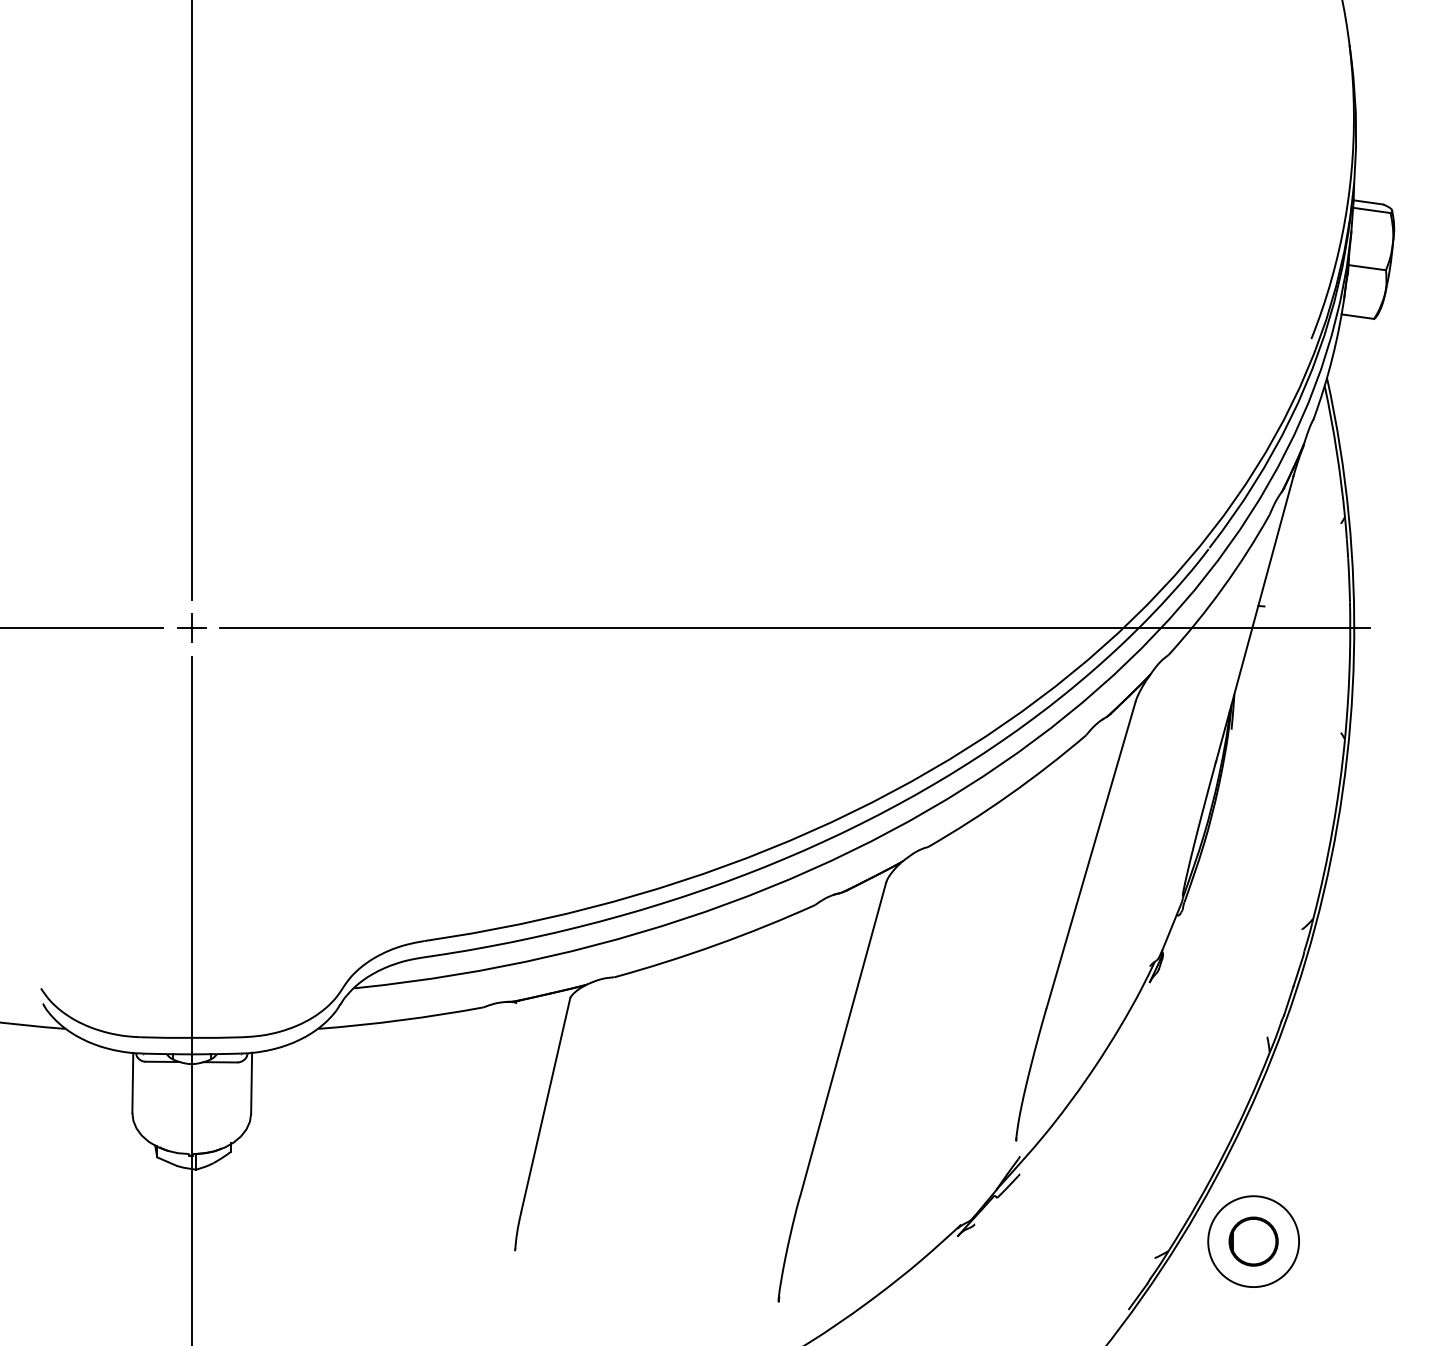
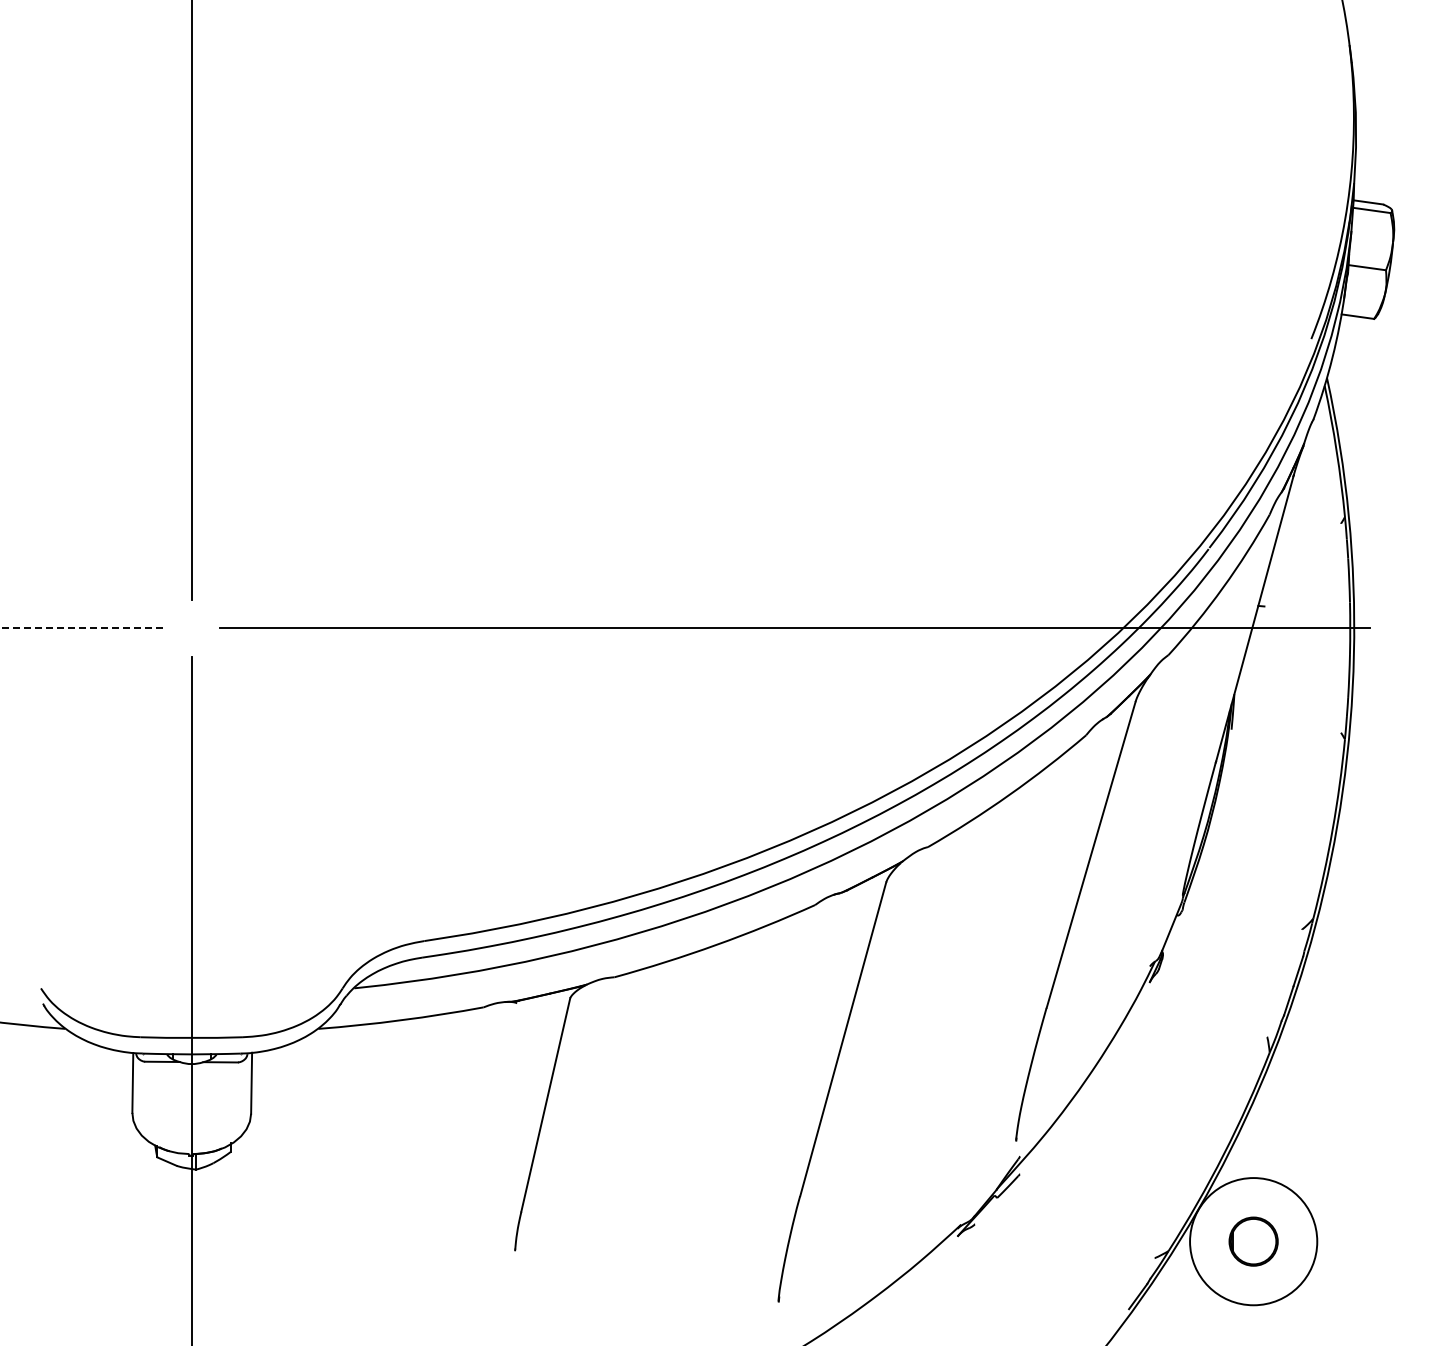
part at (191, 627): present -> none
line at (81, 628): solid -> dashed
circle at (1253, 1241) diameter: 91 px -> 127 px
